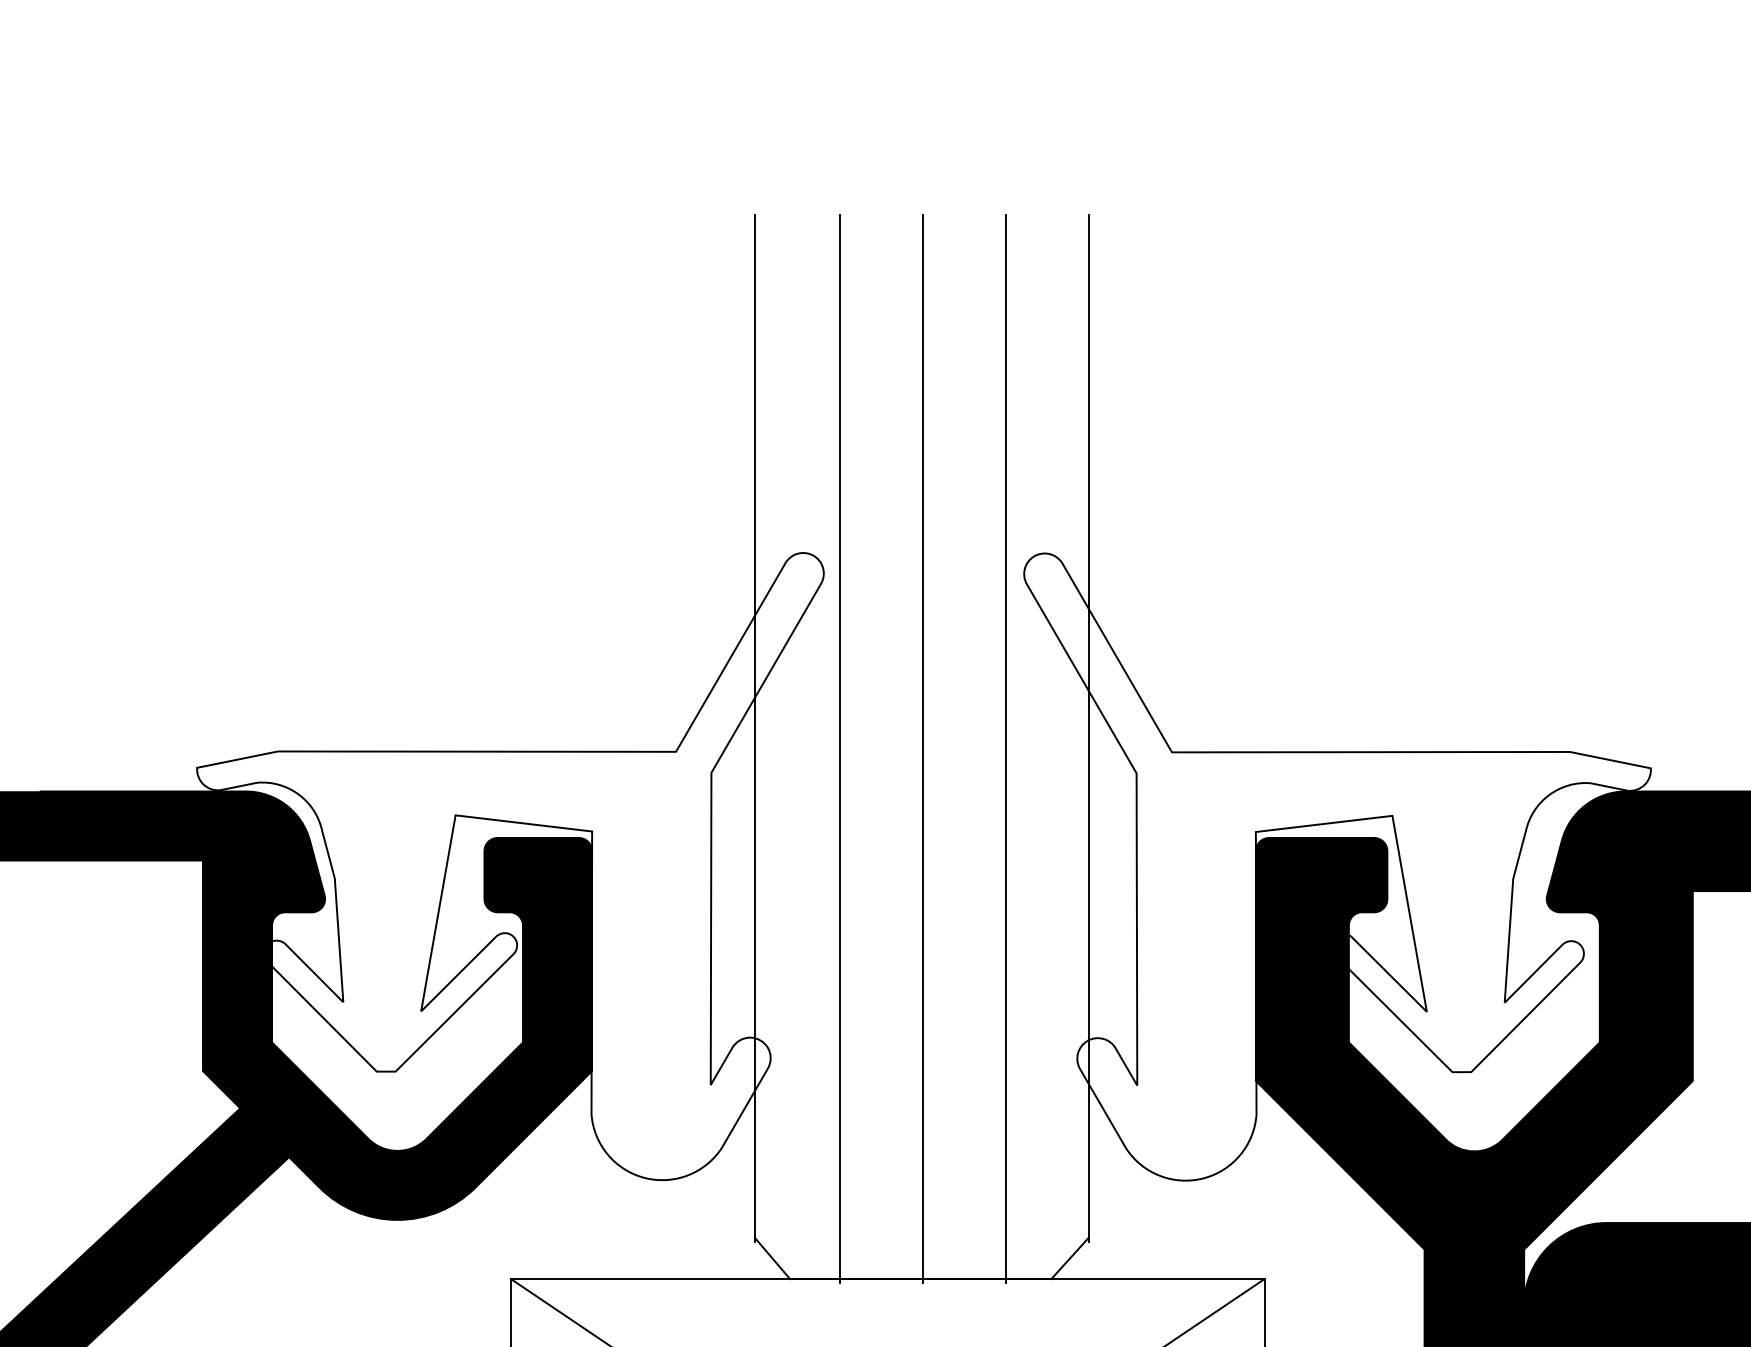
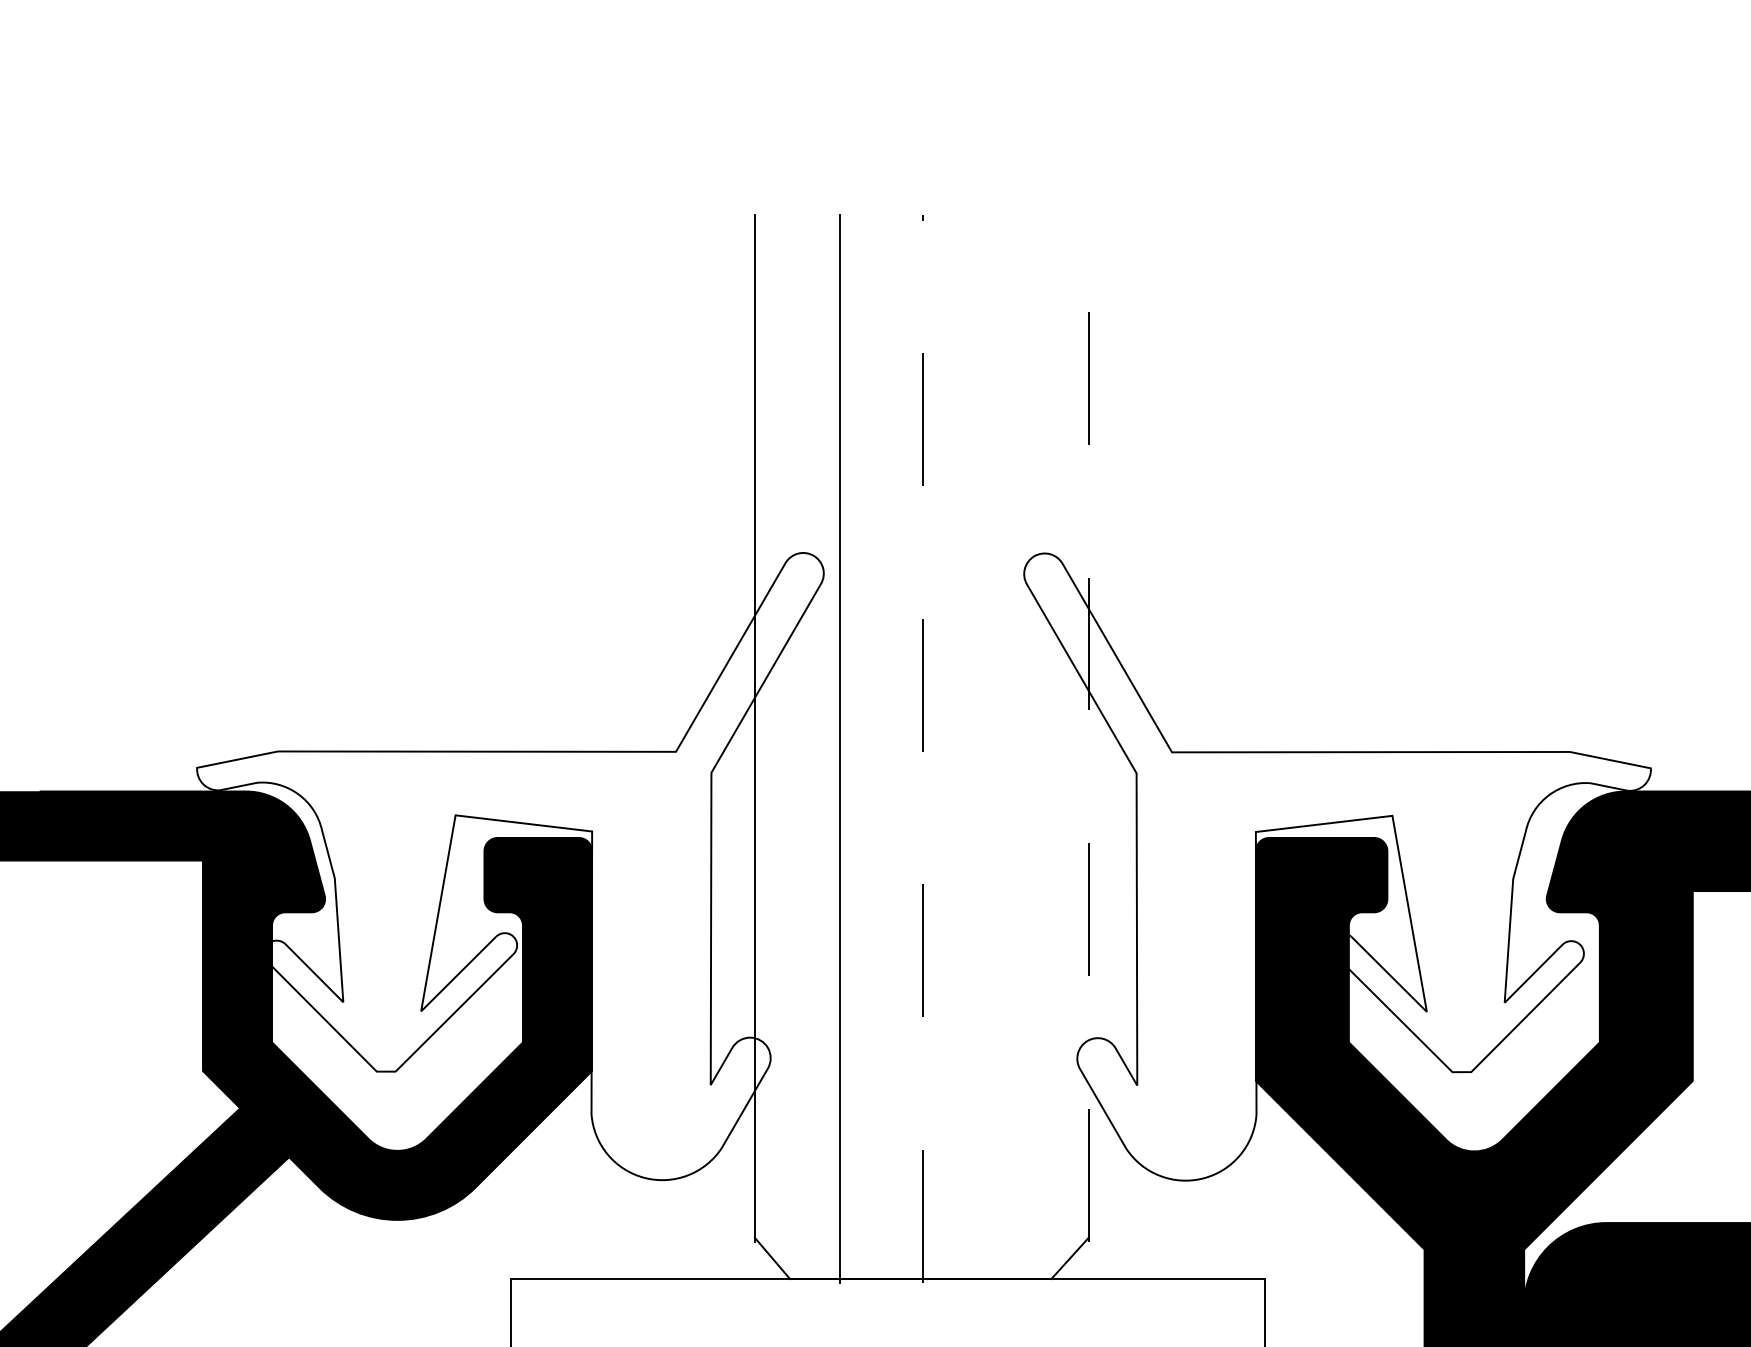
line at (1088, 727): solid -> dashed
line at (922, 748): solid -> dashed
line at (1005, 748): present -> none
line at (558, 1311): present -> none
line at (1216, 1311): present -> none
